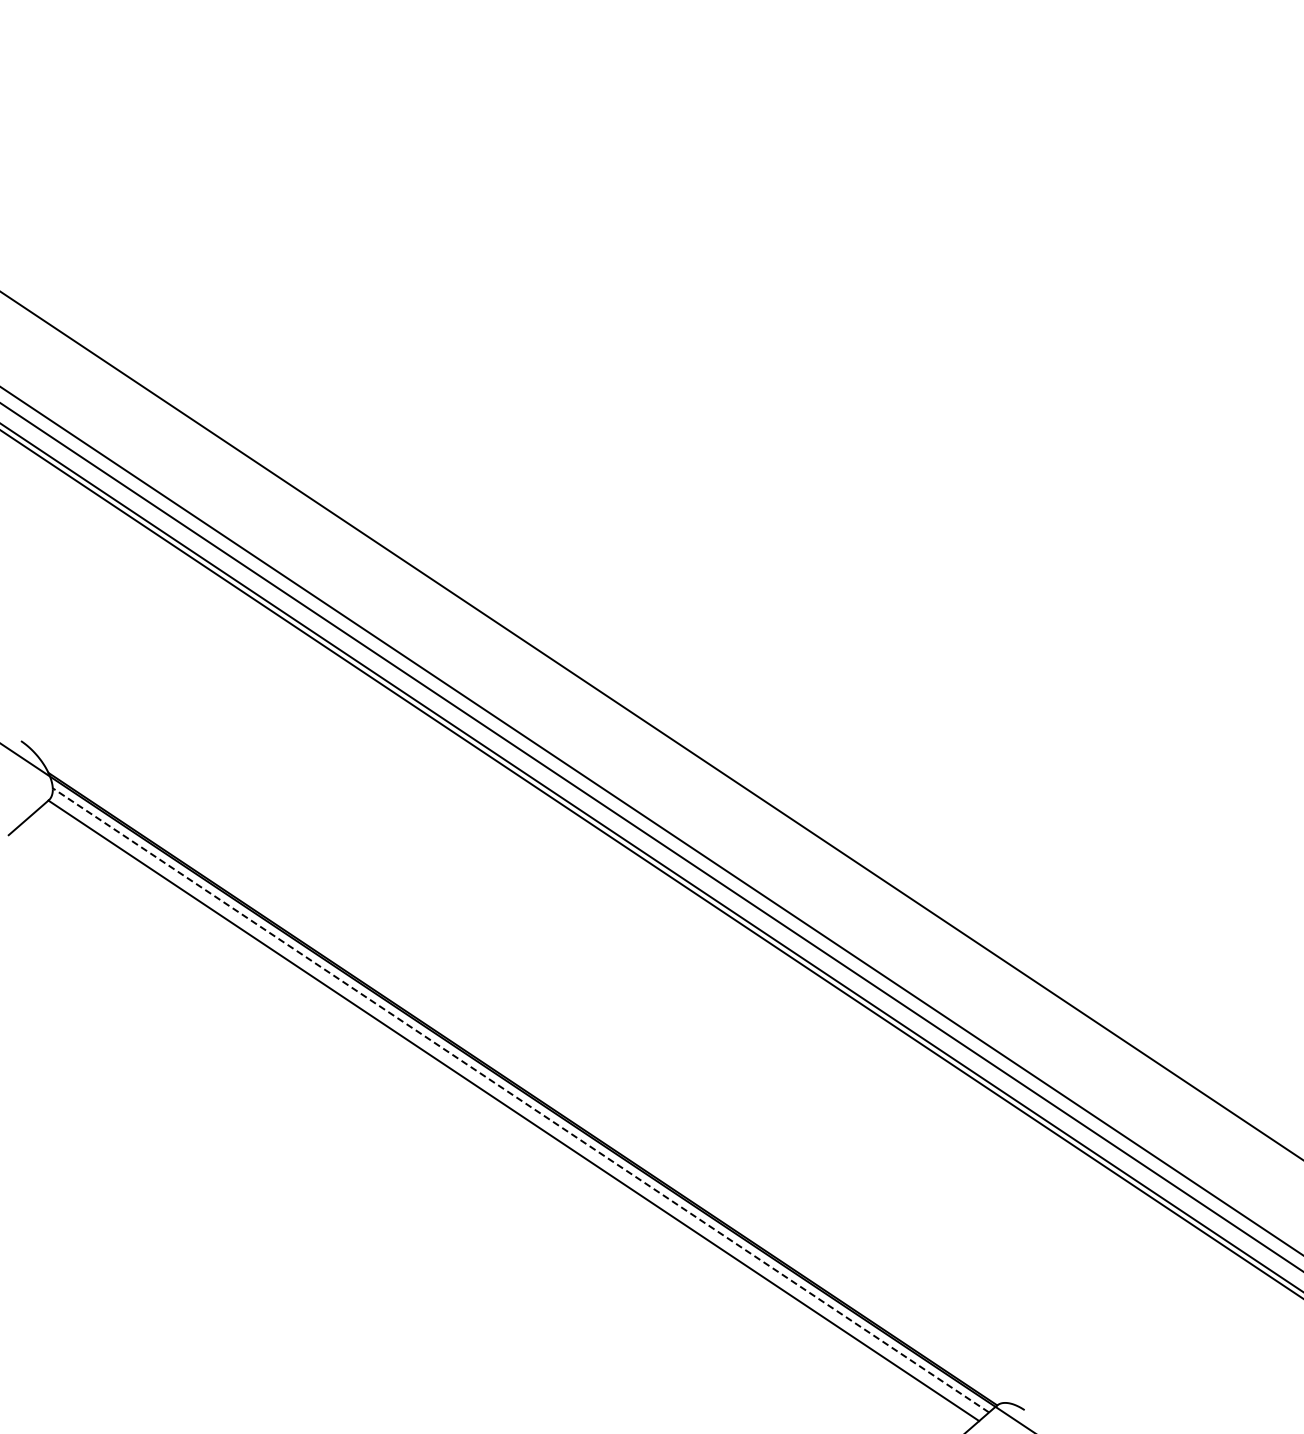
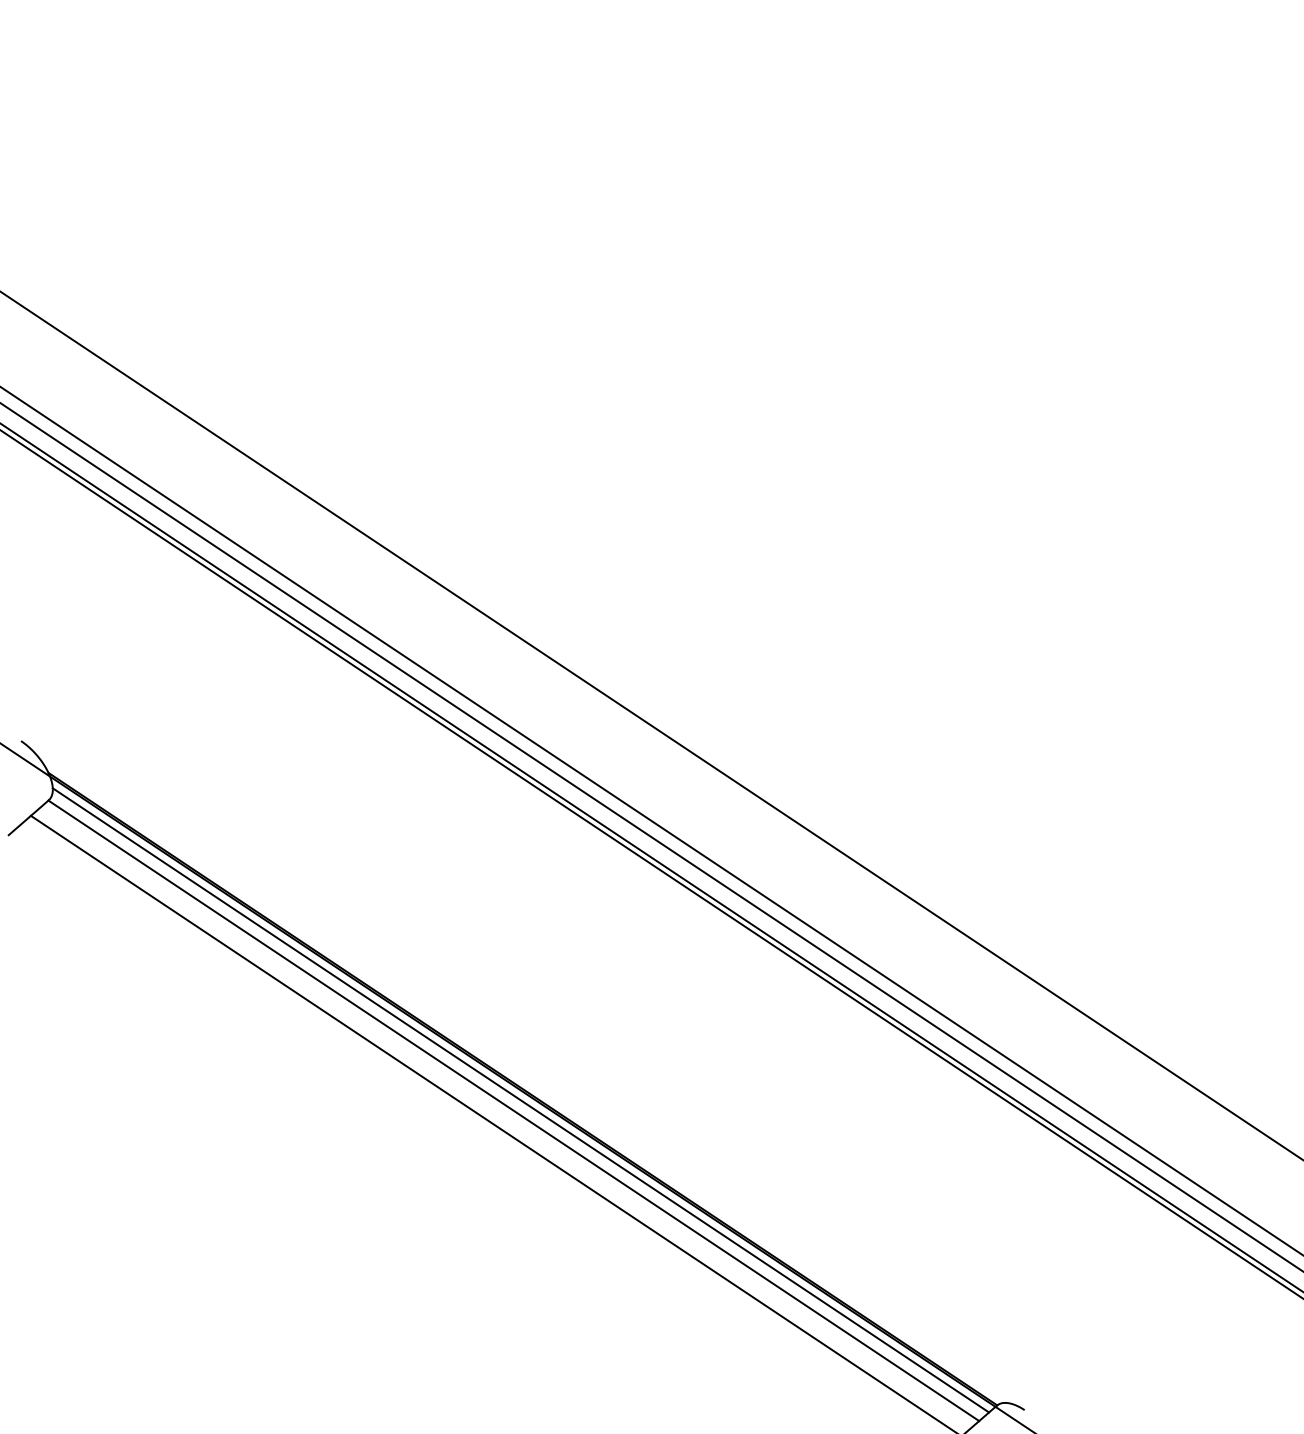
line at (520, 1100): dashed -> solid
line at (491, 1122): none -> present
